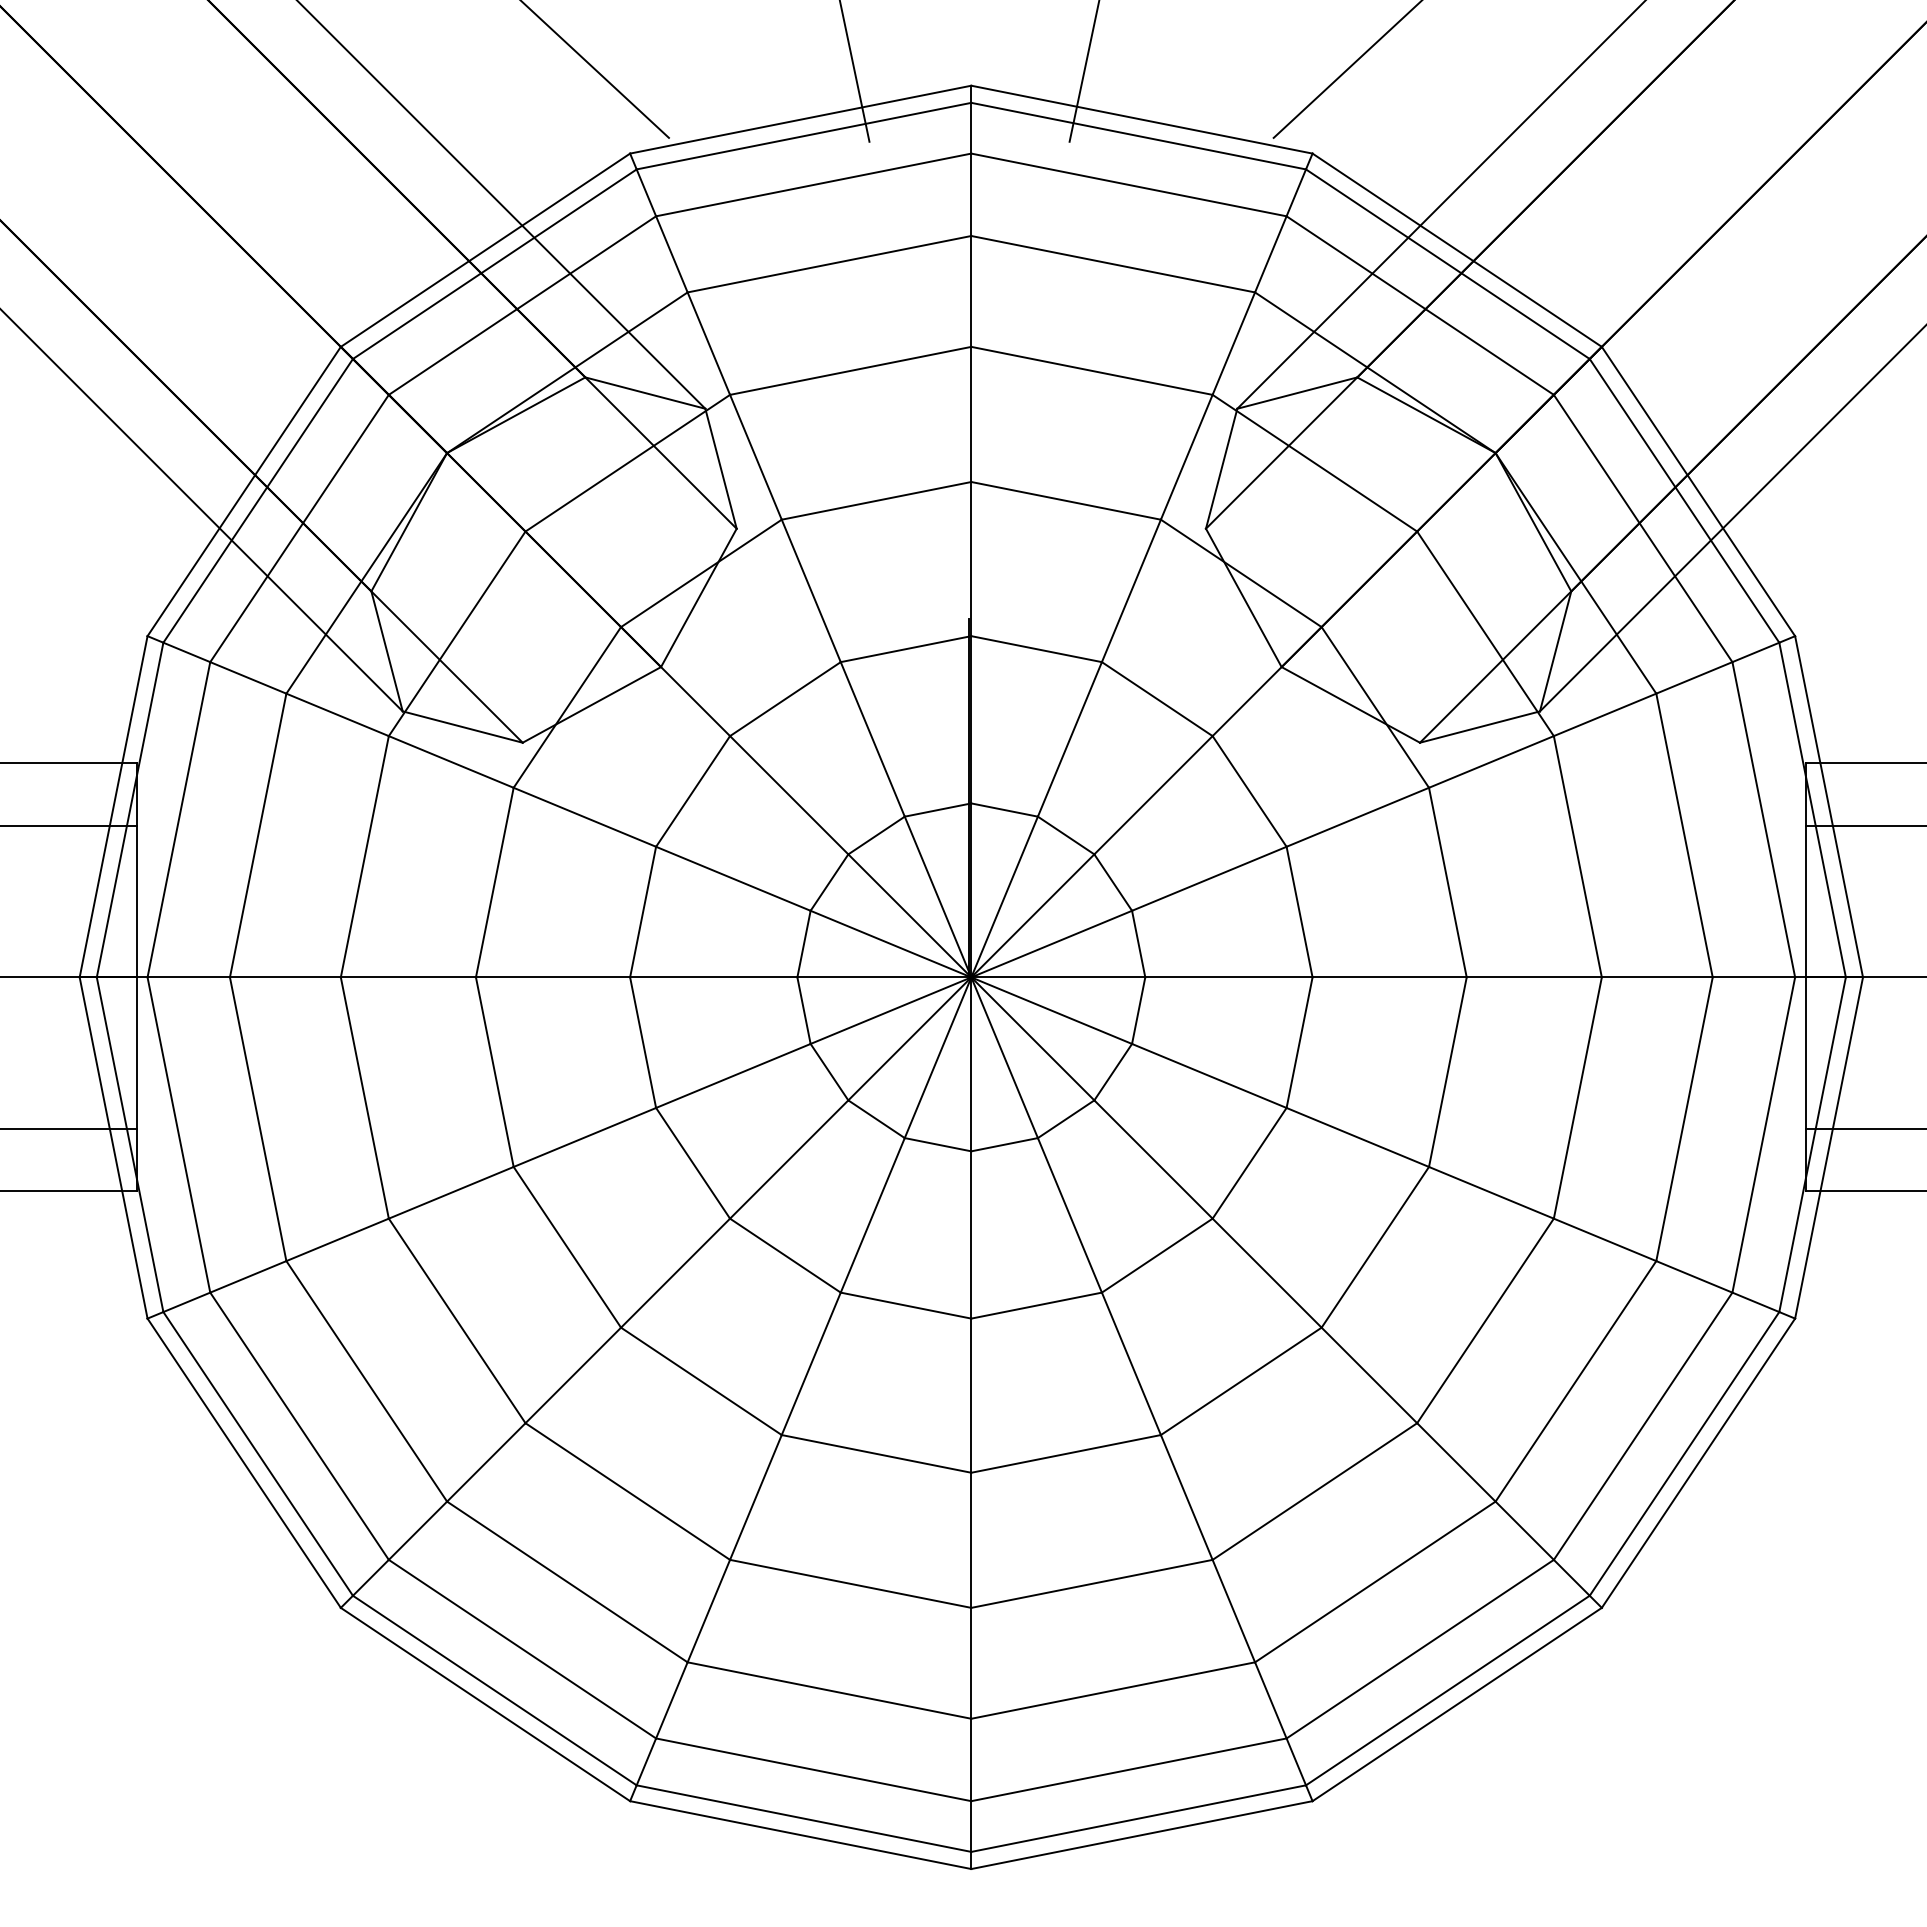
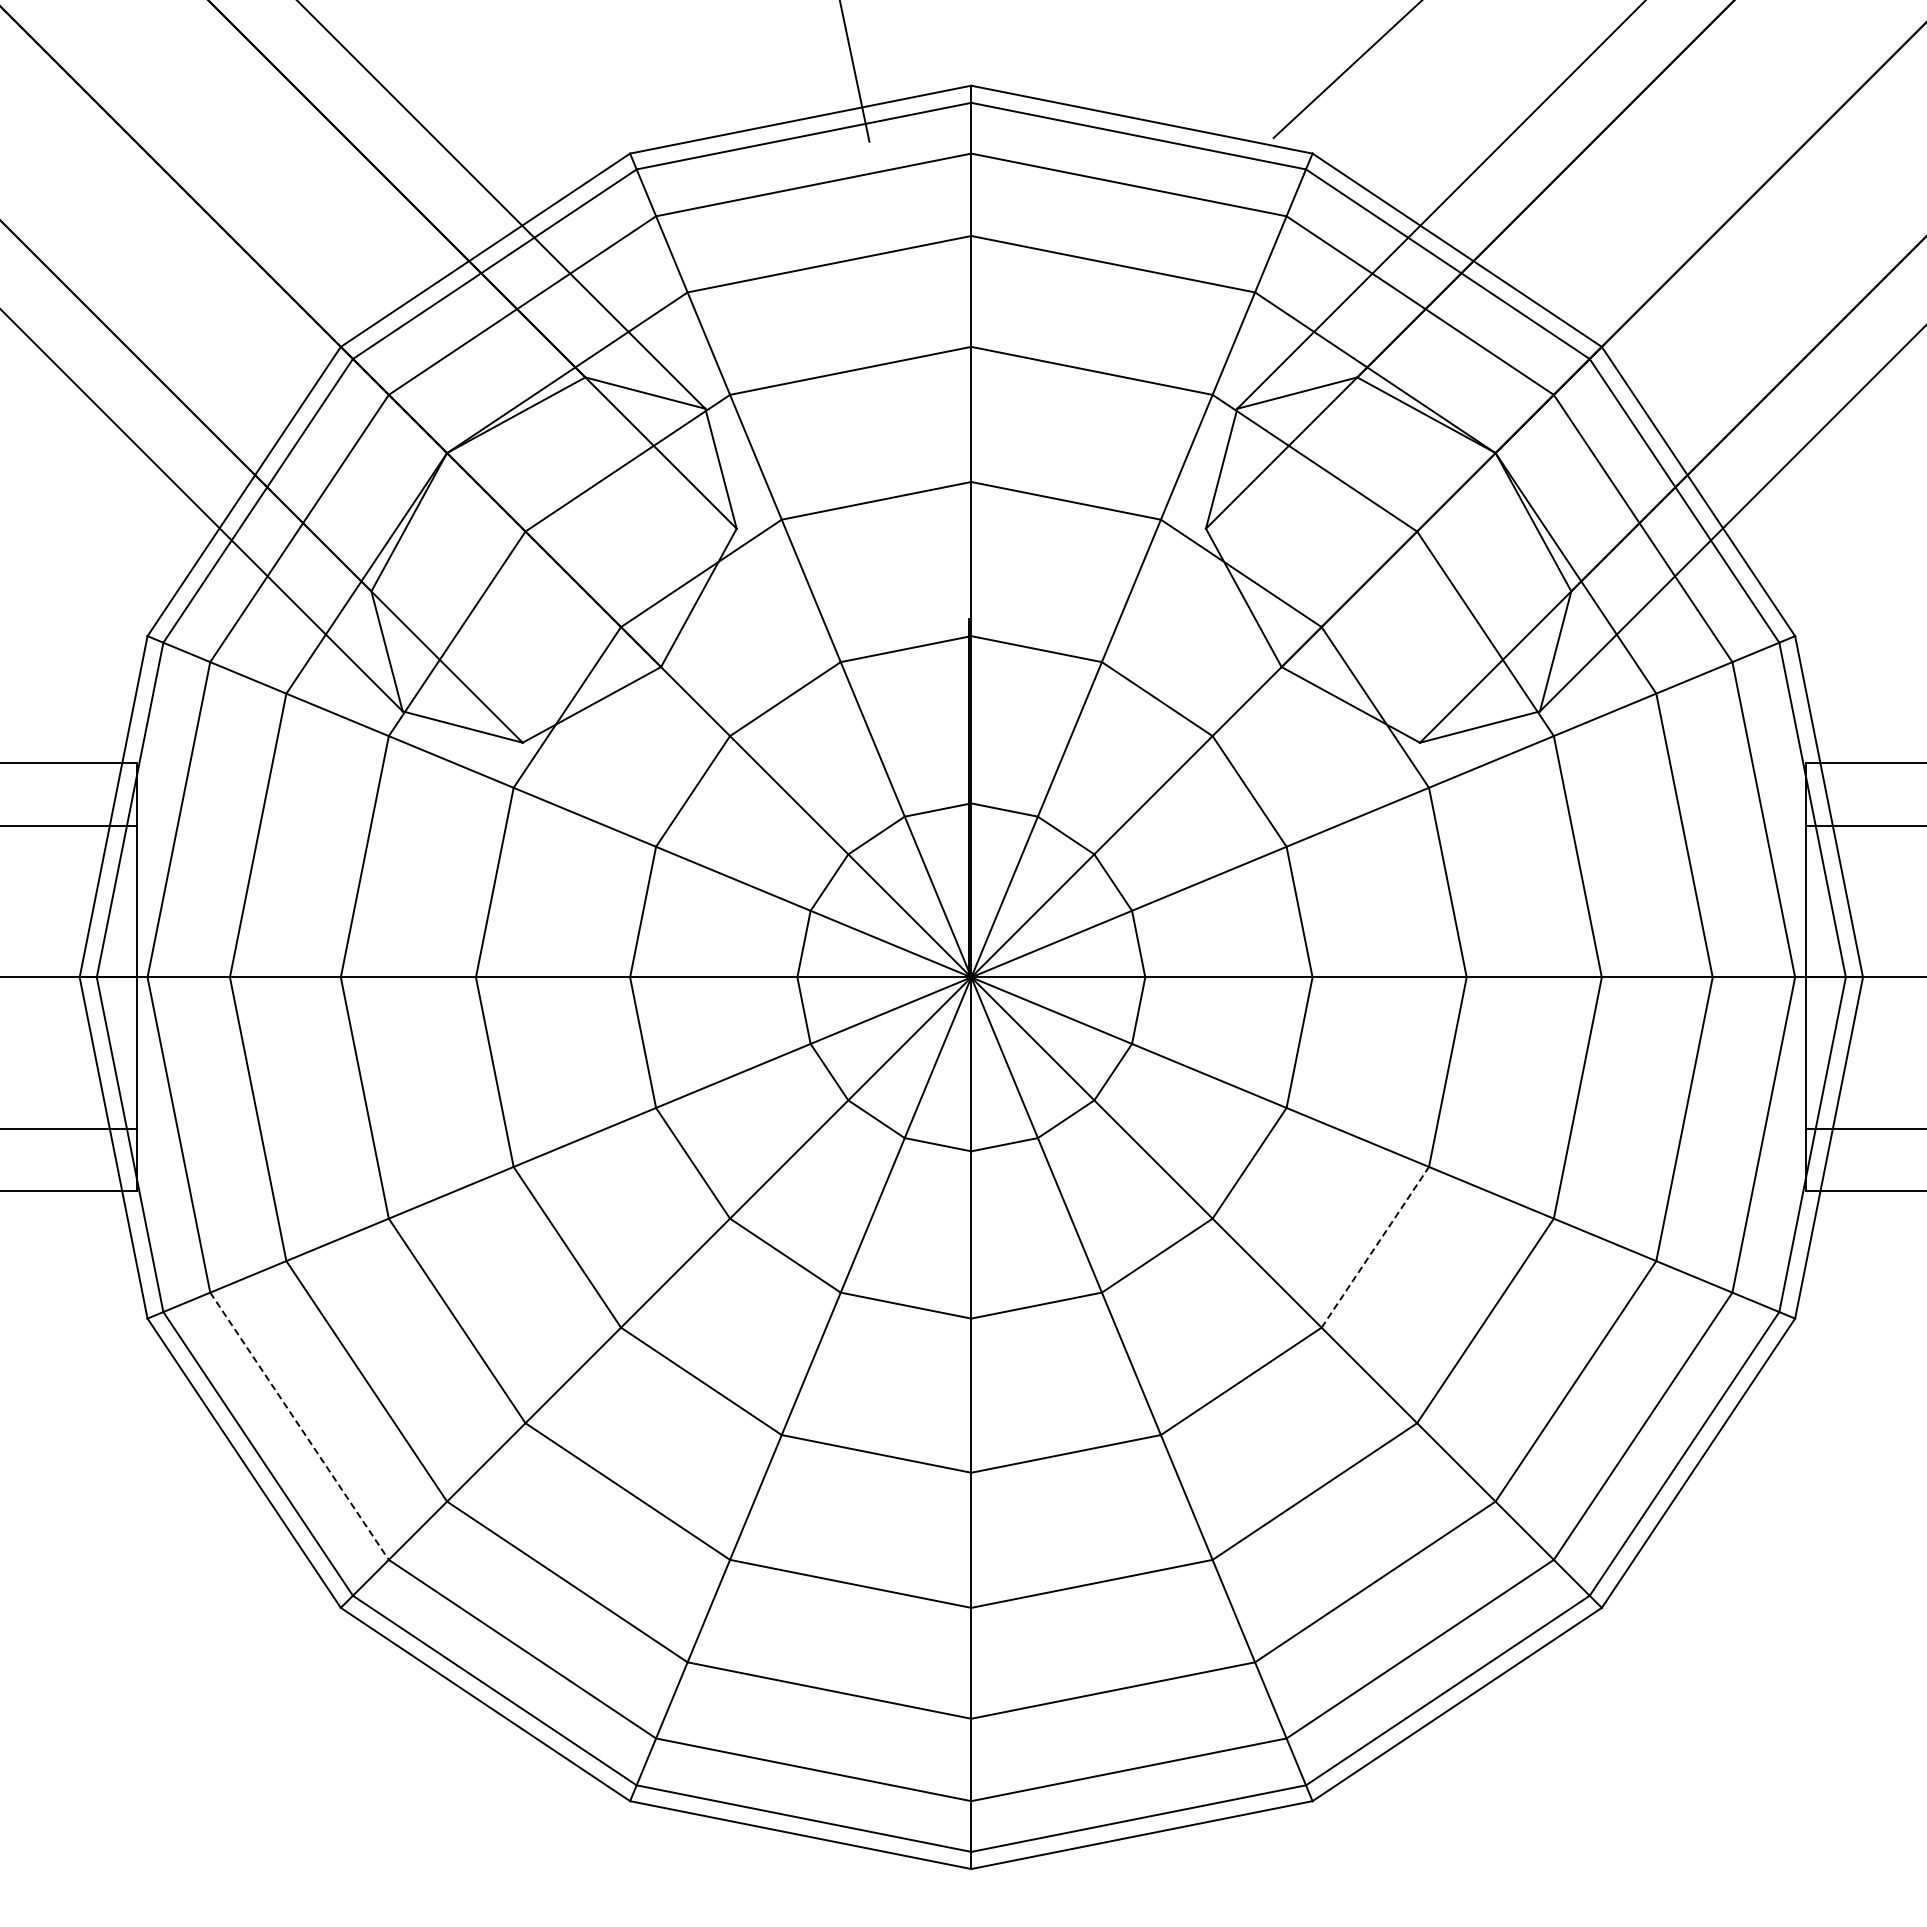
line at (595, 69): present -> none
line at (1083, 71): present -> none
line at (1375, 1247): solid -> dashed
line at (299, 1426): solid -> dashed
